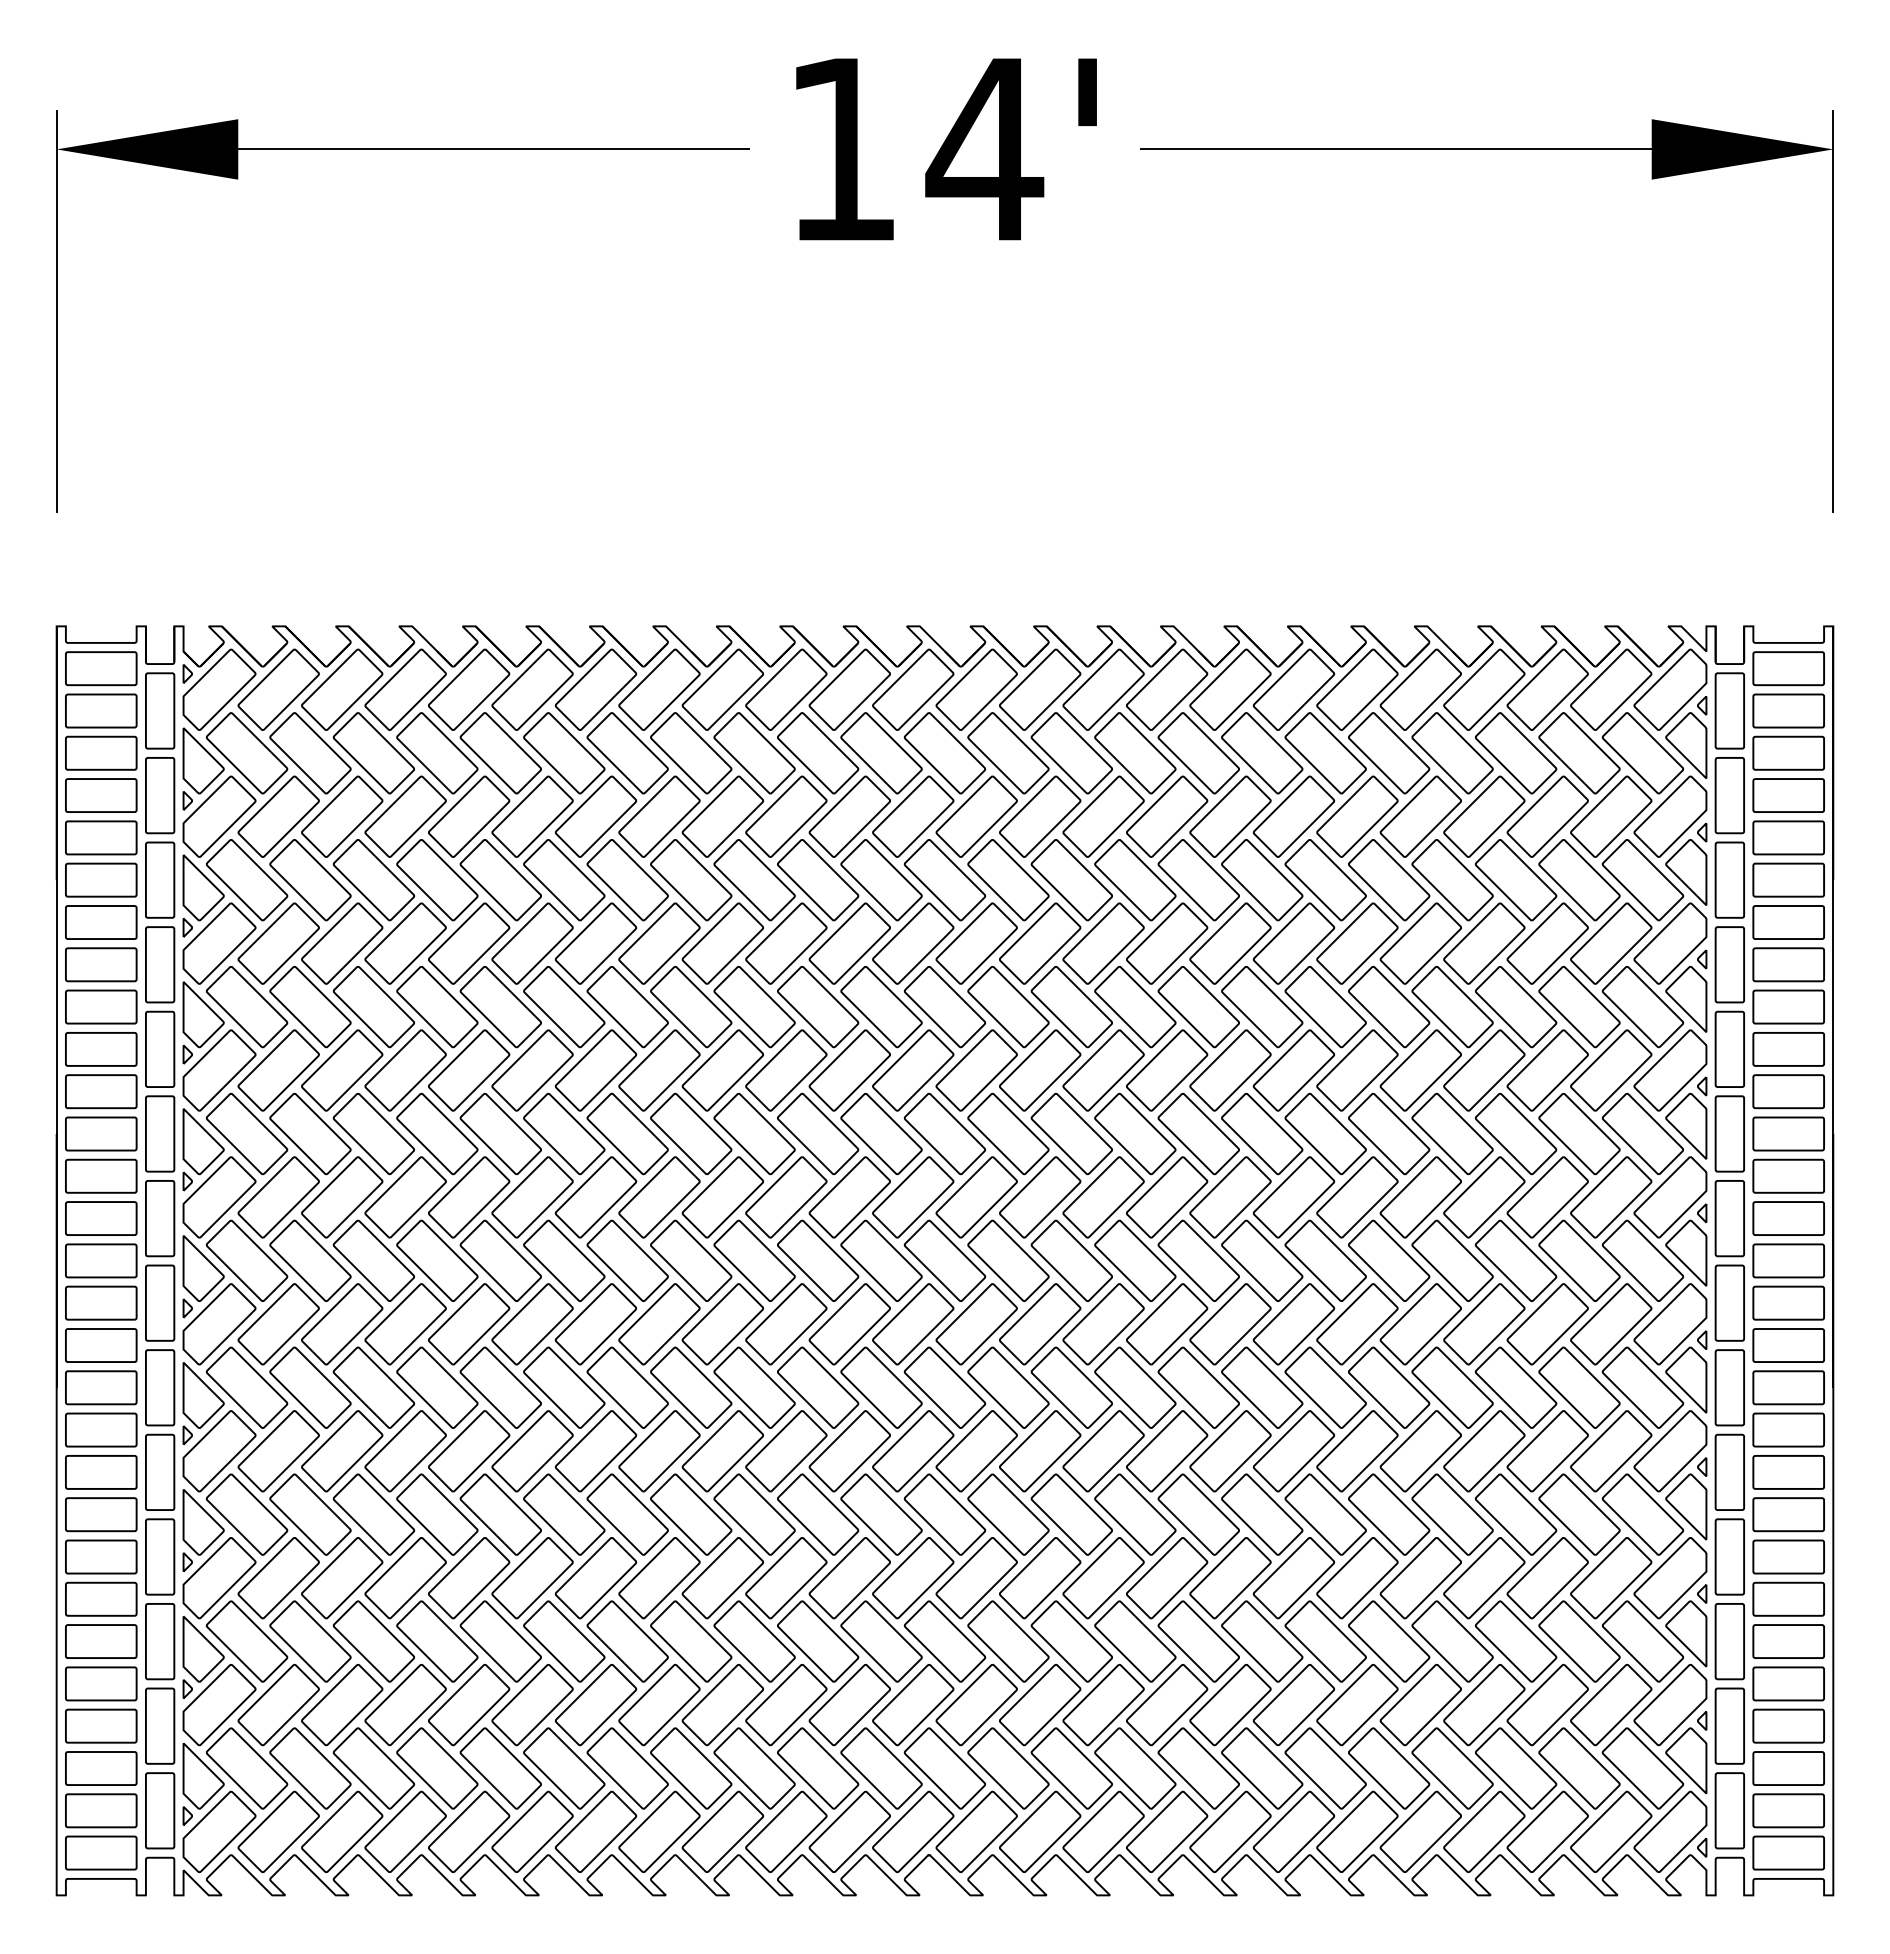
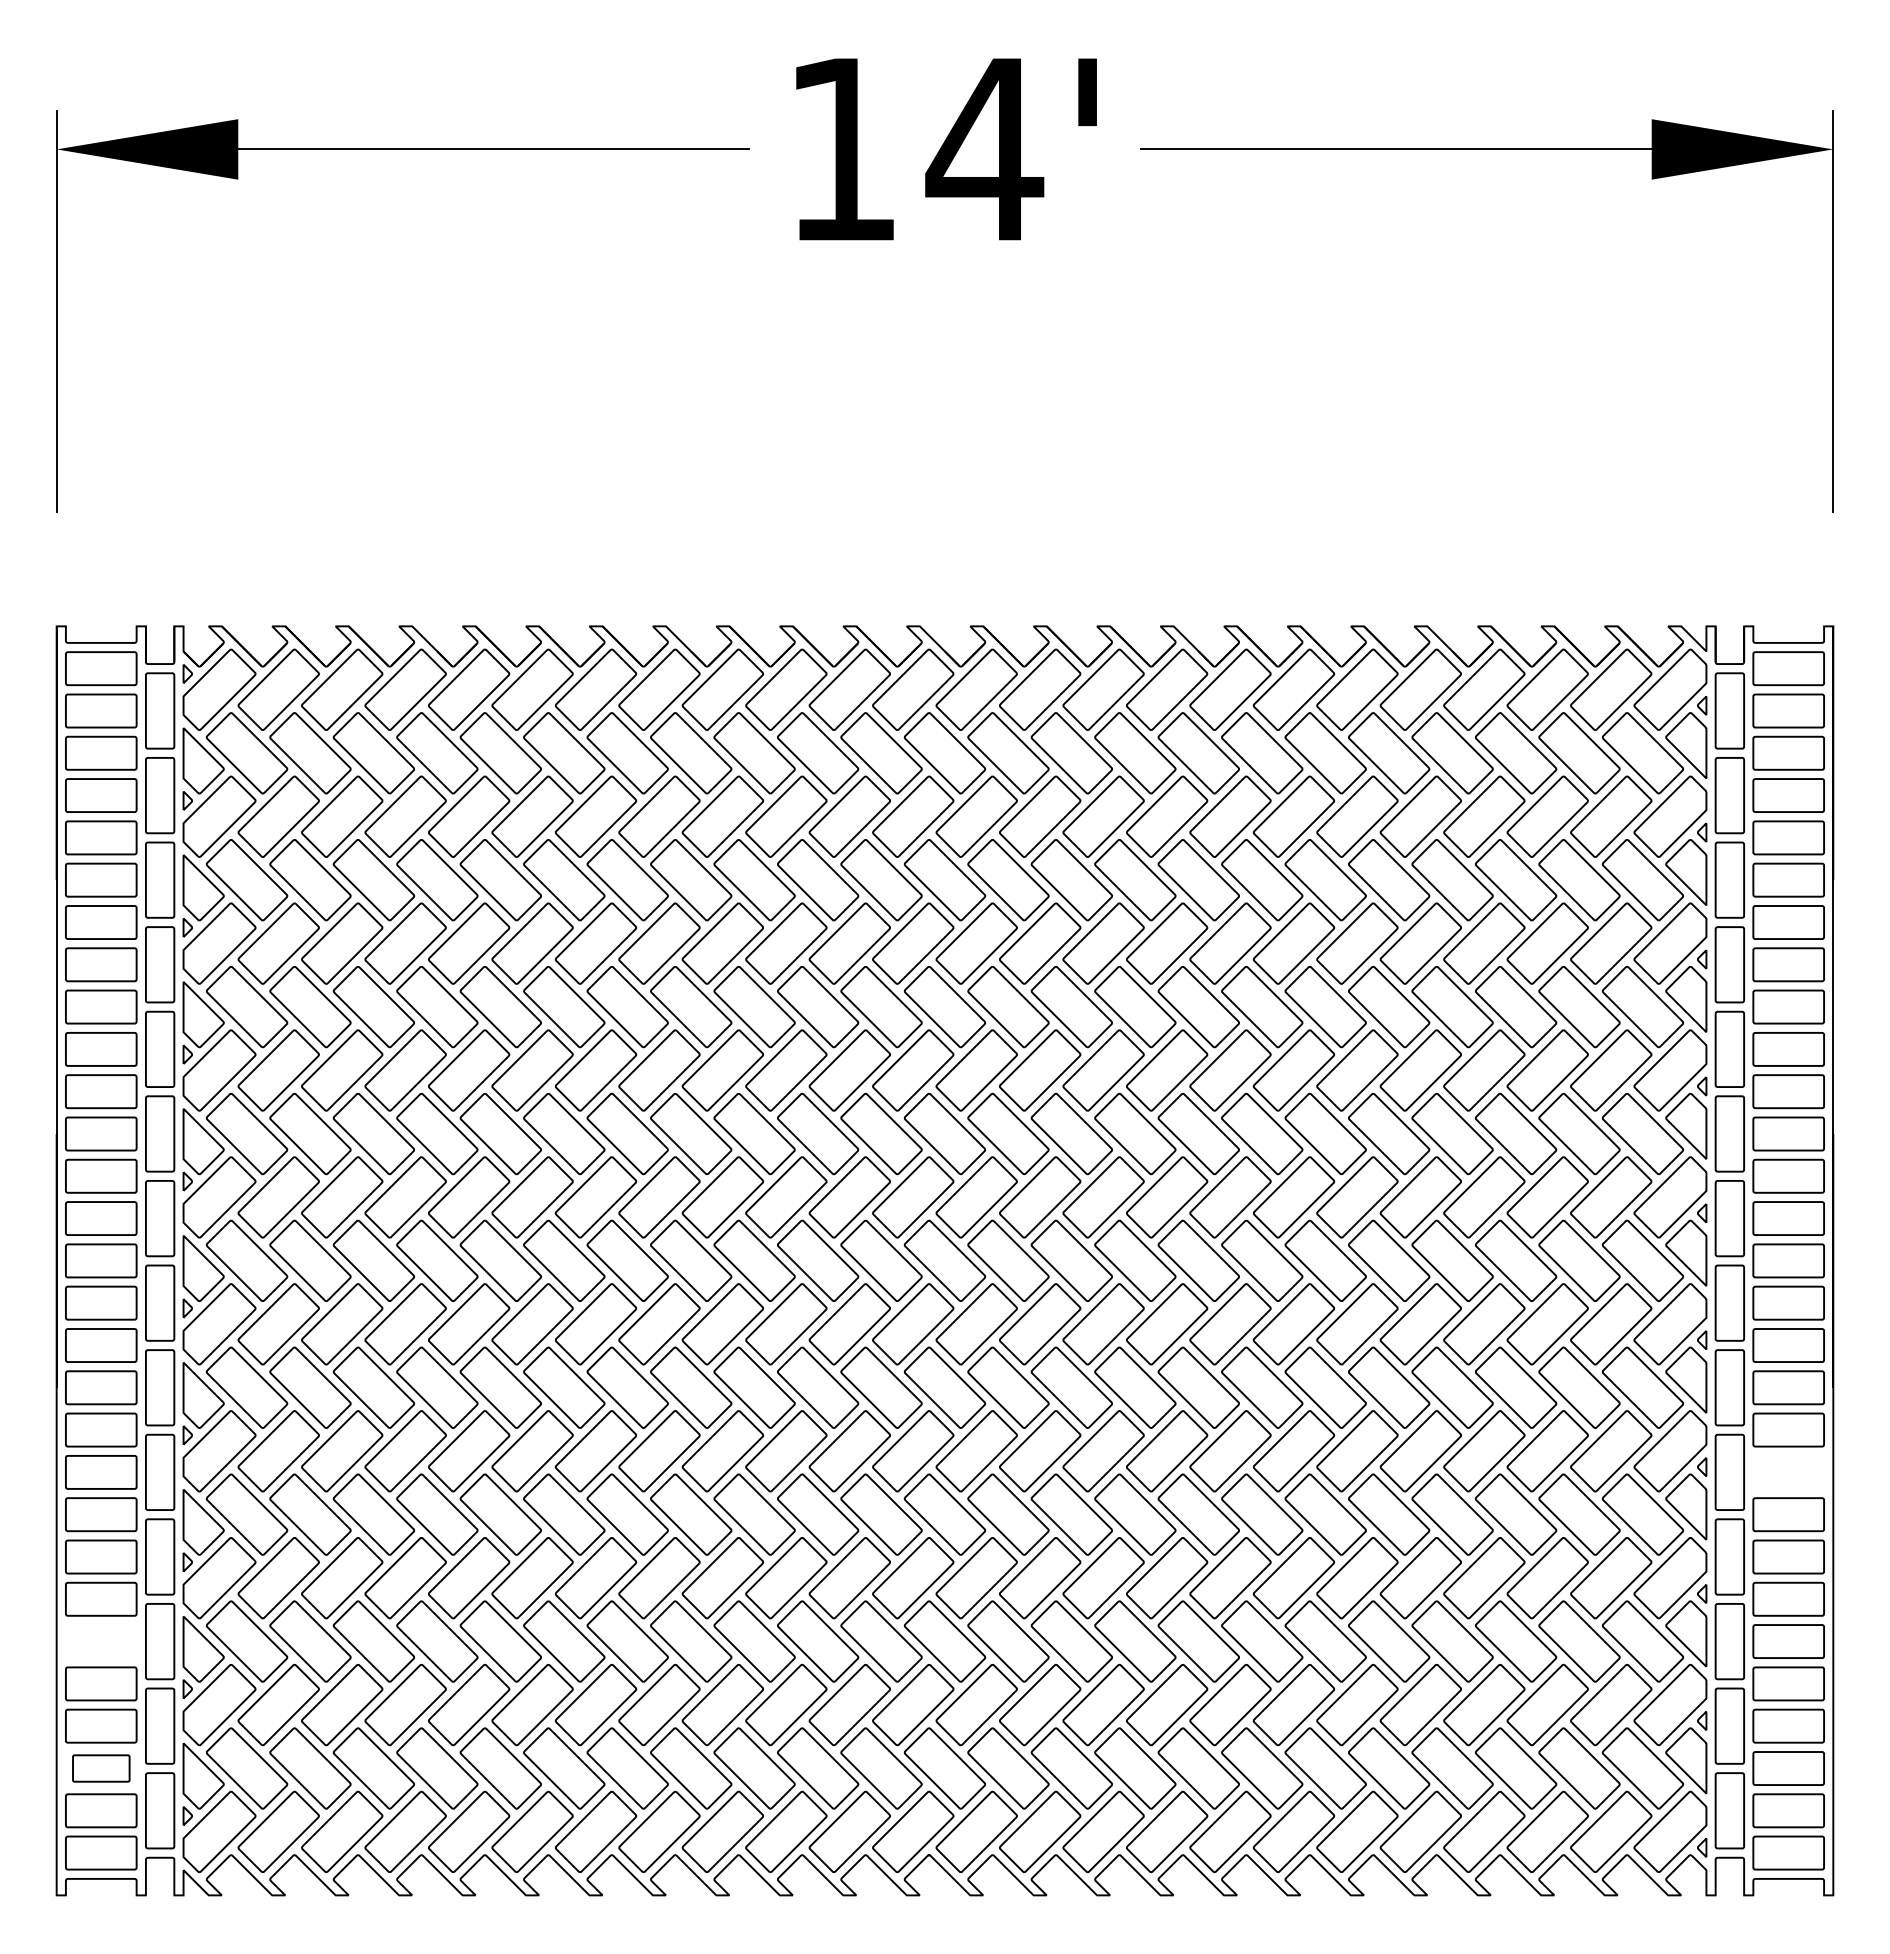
part at (1788, 1472): present -> none
part at (101, 1641): present -> none
part at (101, 1768) size: 73x35 px -> 59x29 px
